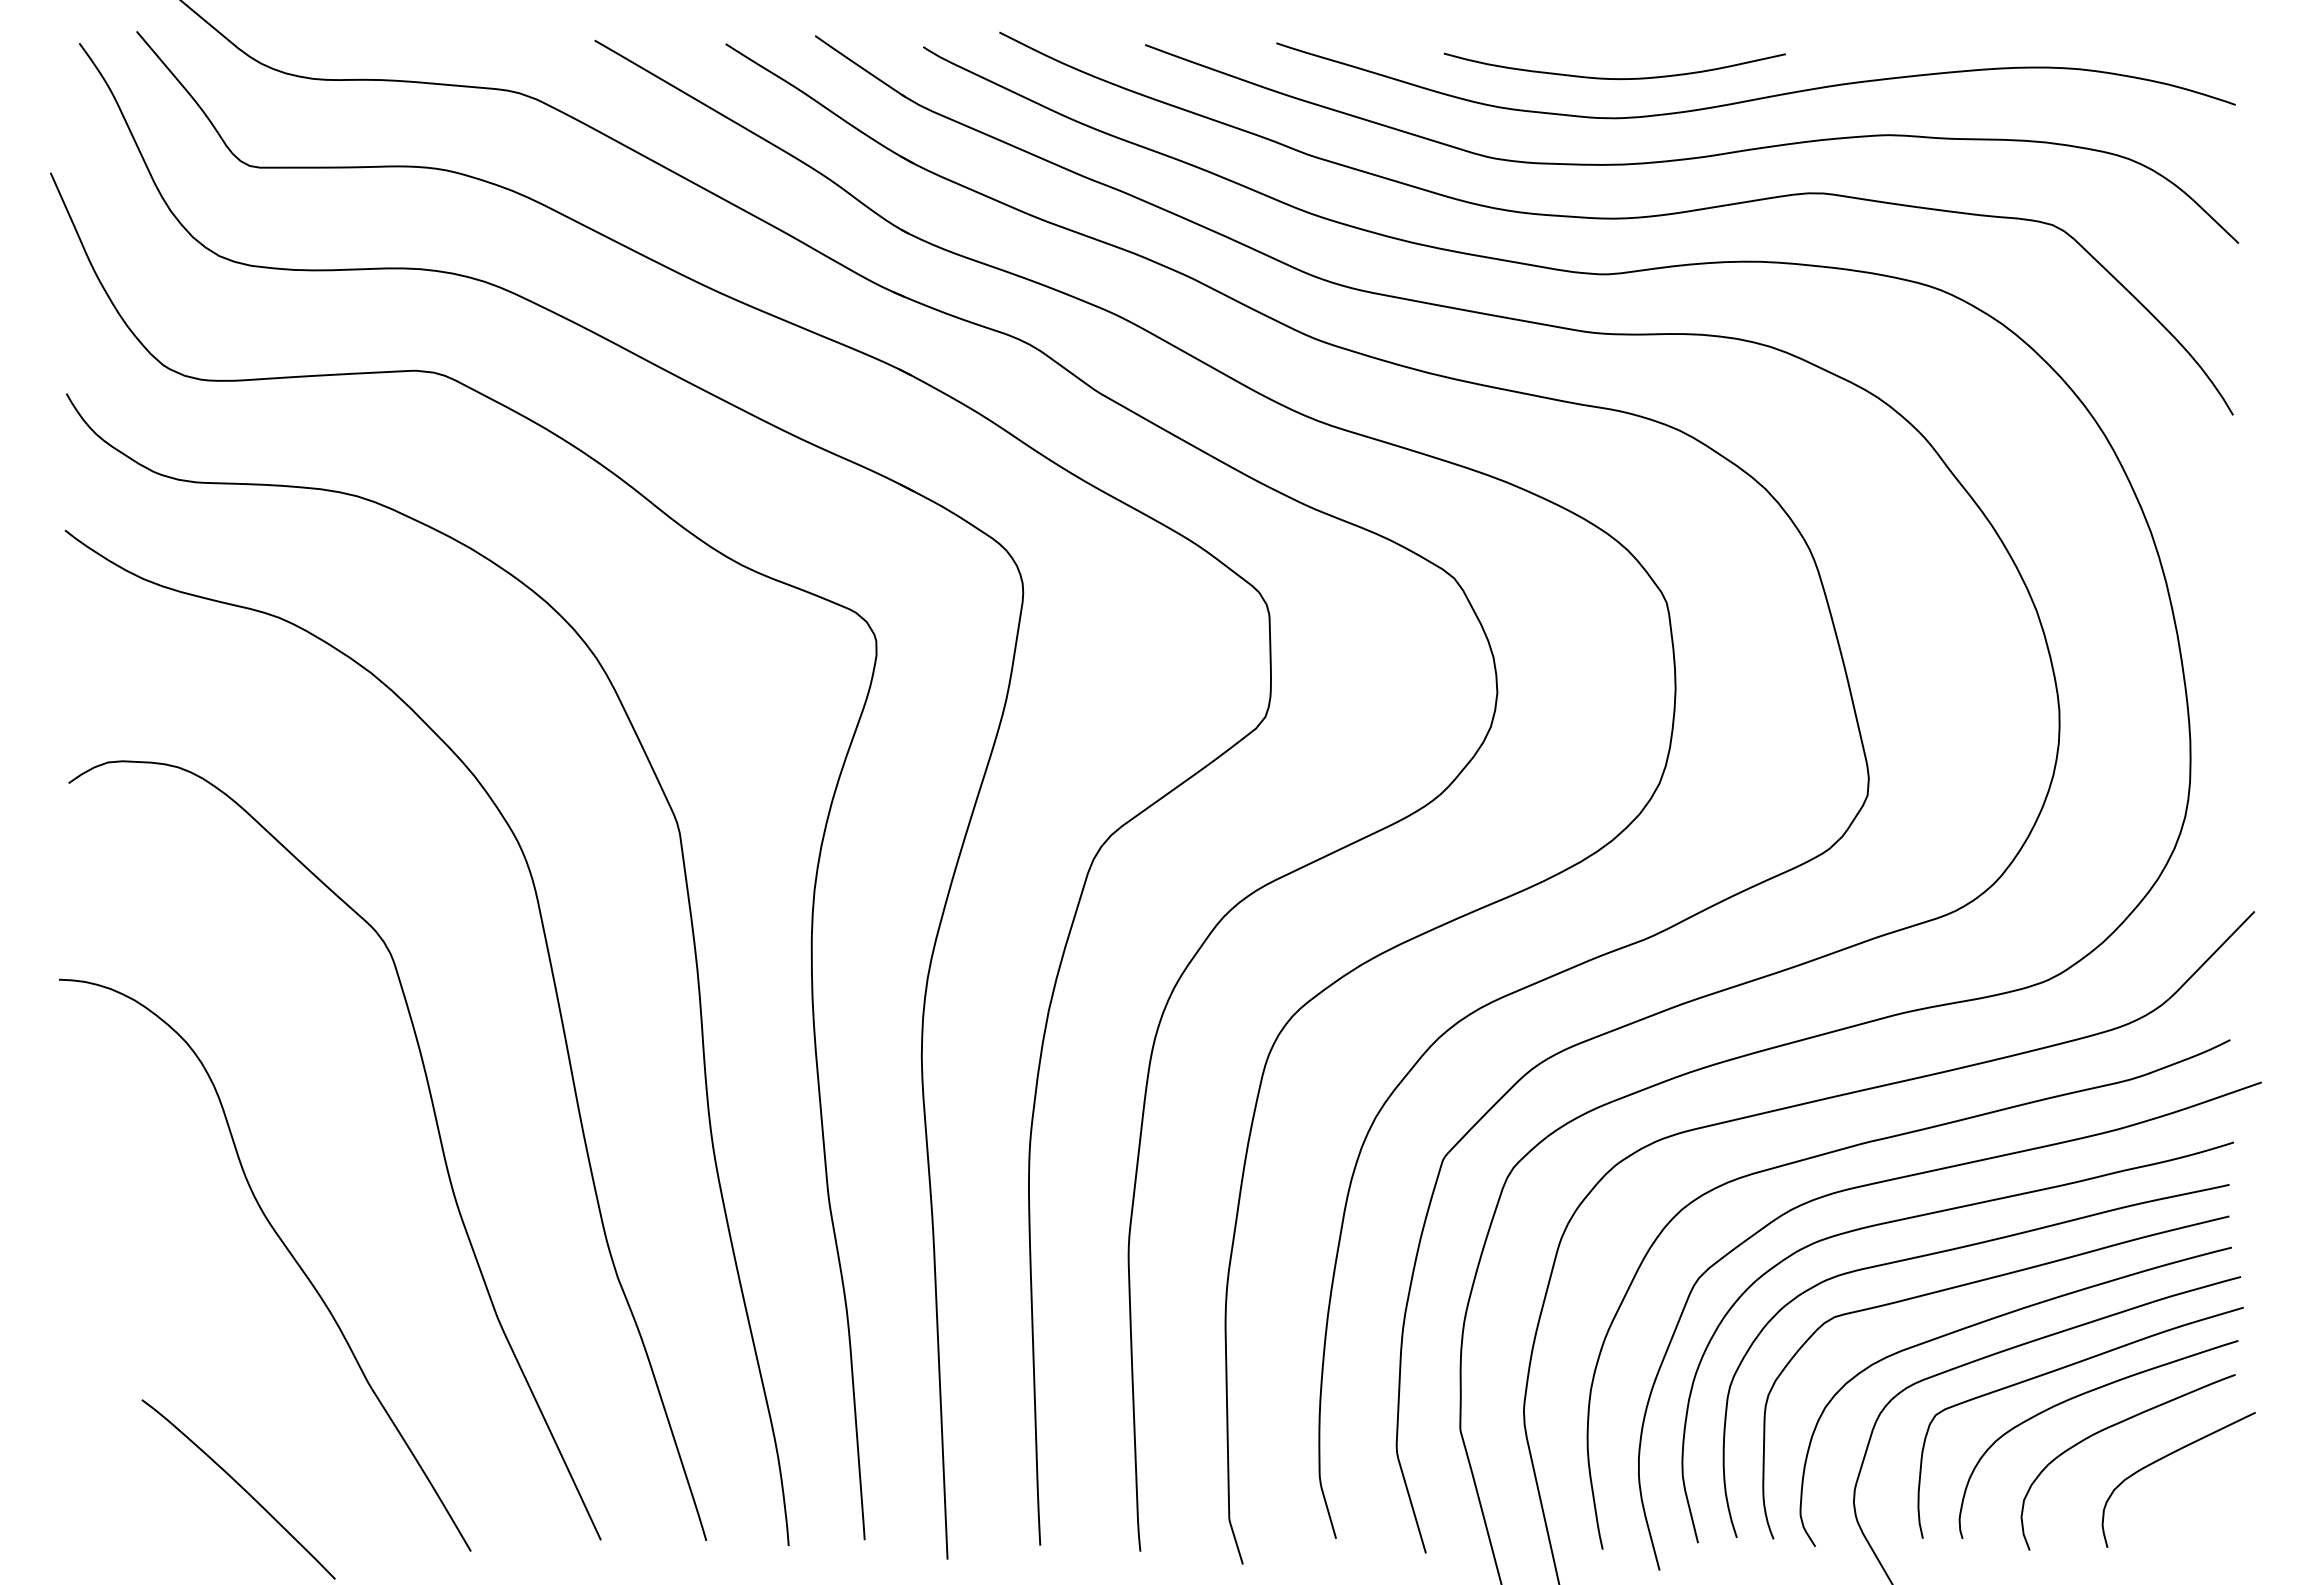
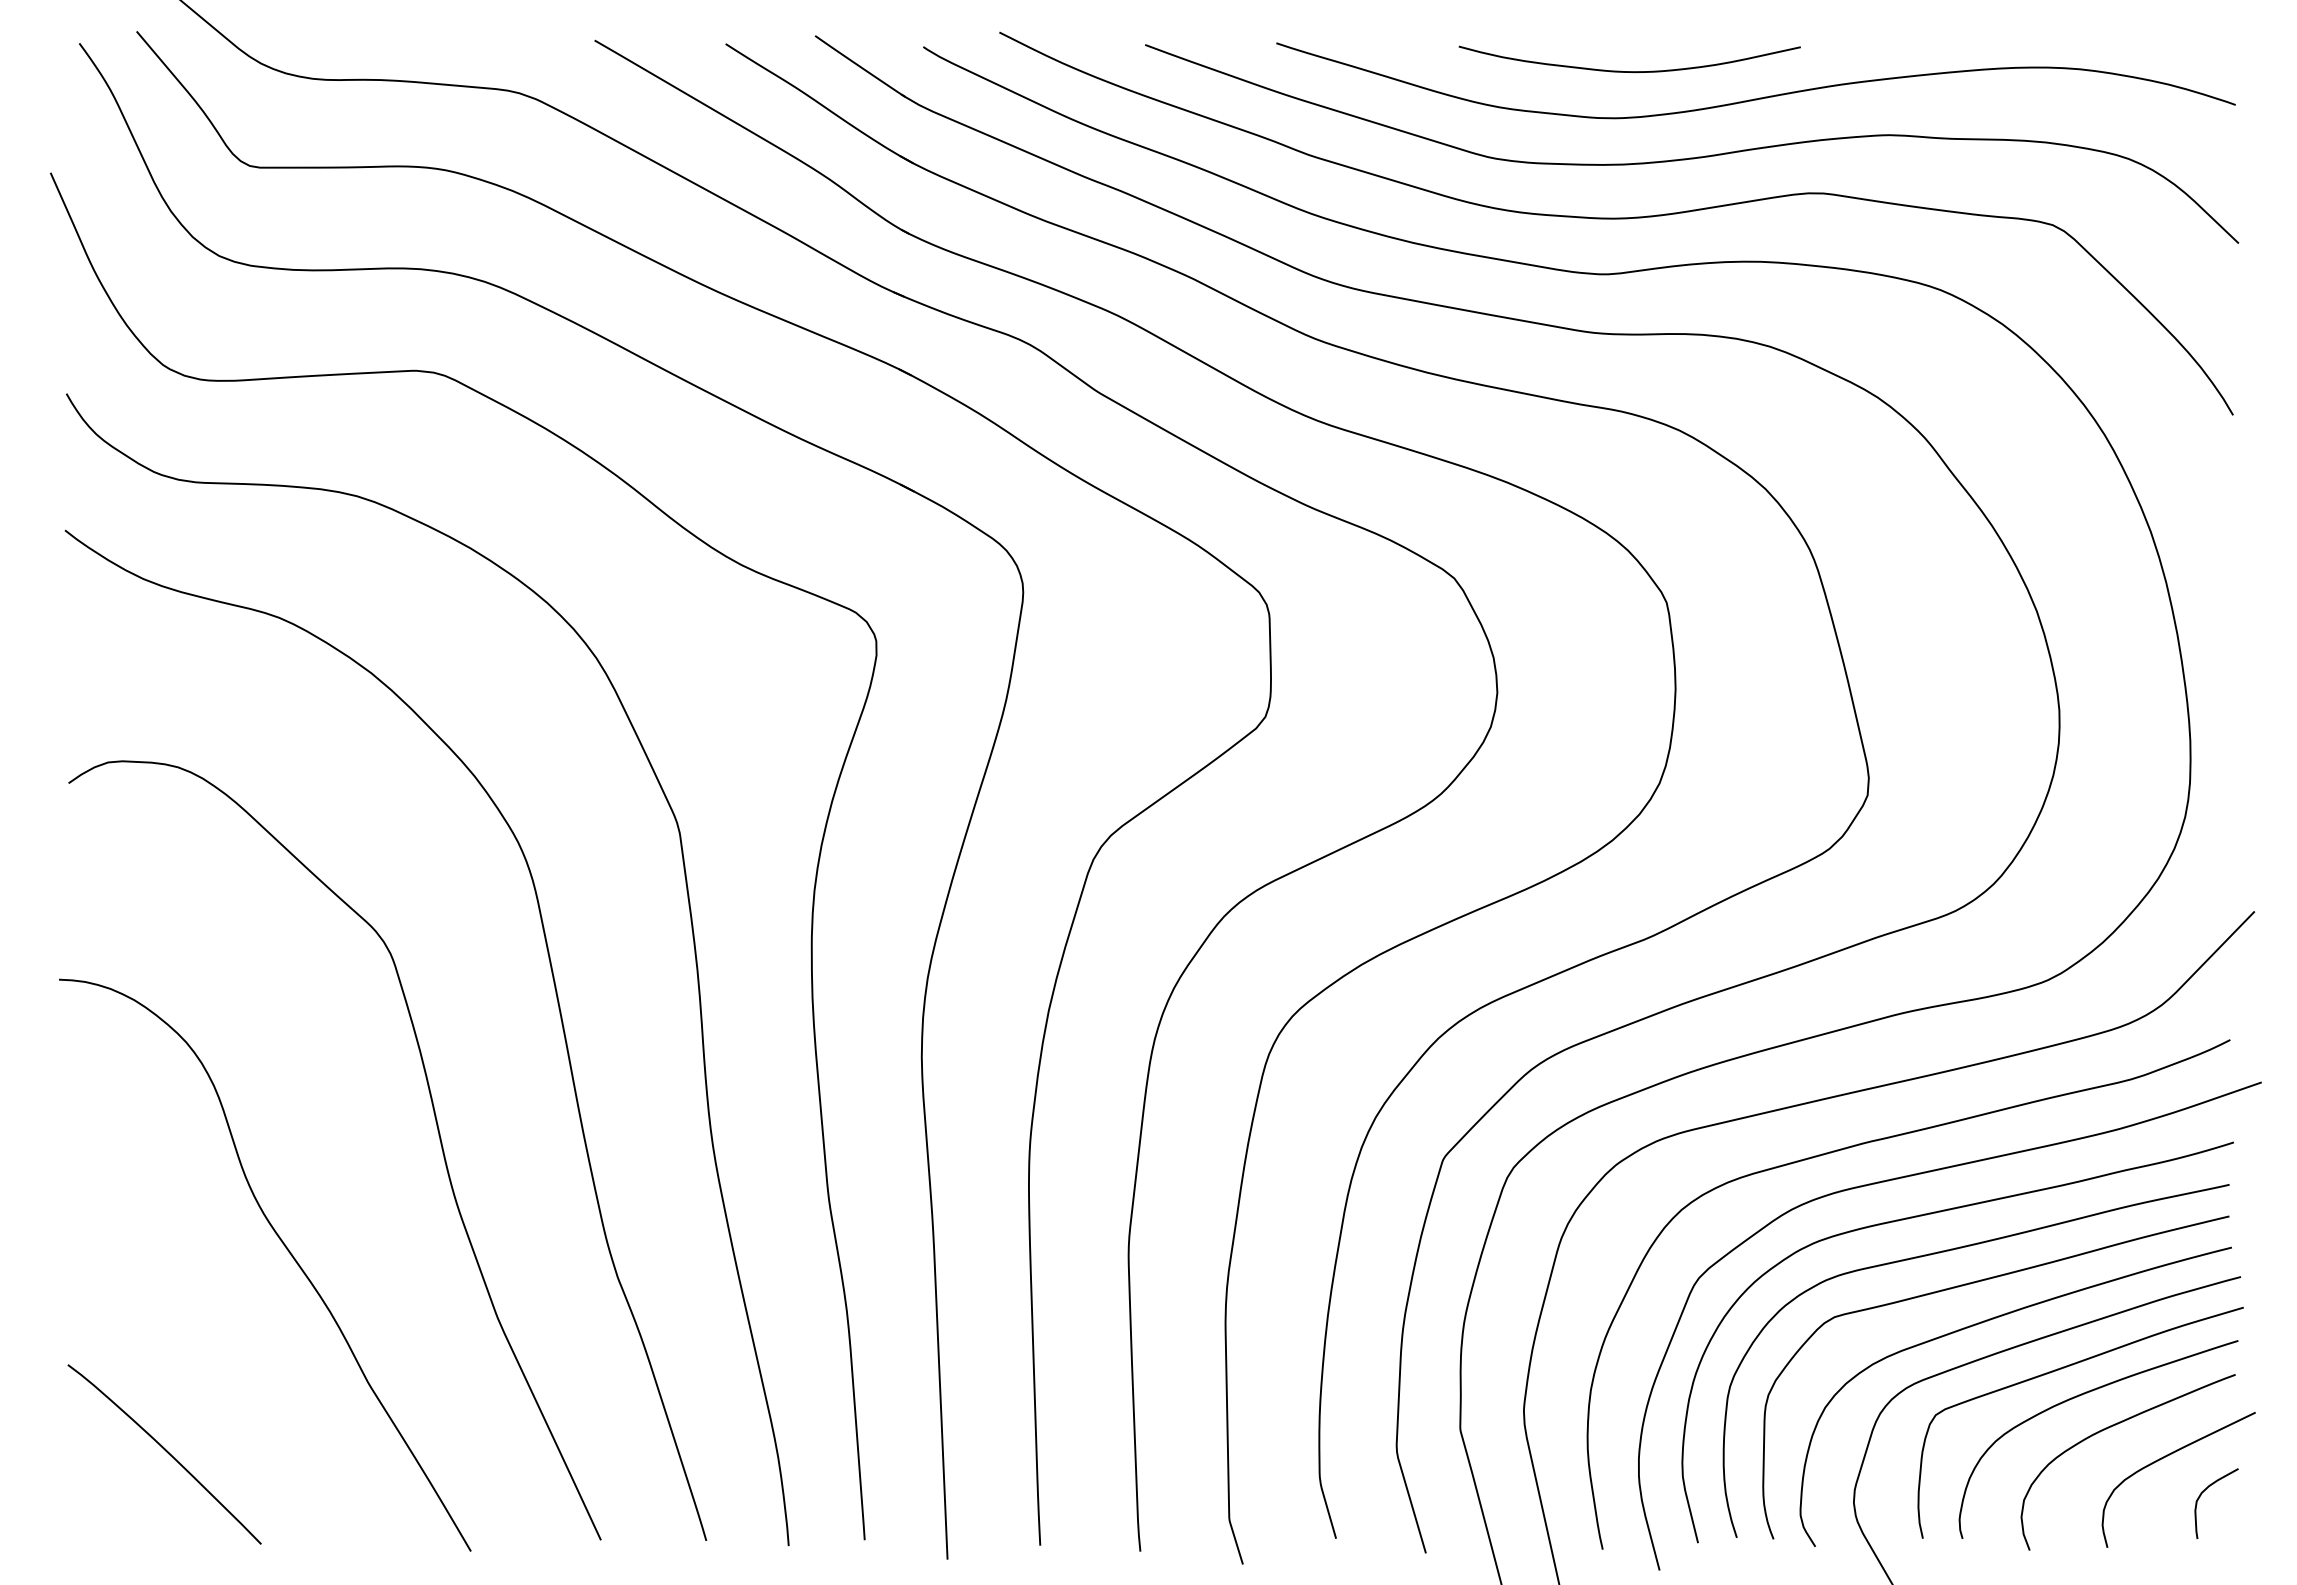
curve at (1614, 78) position: (1614, 78) -> (1629, 71)
curve at (240, 1487) position: (240, 1487) -> (166, 1452)
curve at (2204, 1491): none -> present
